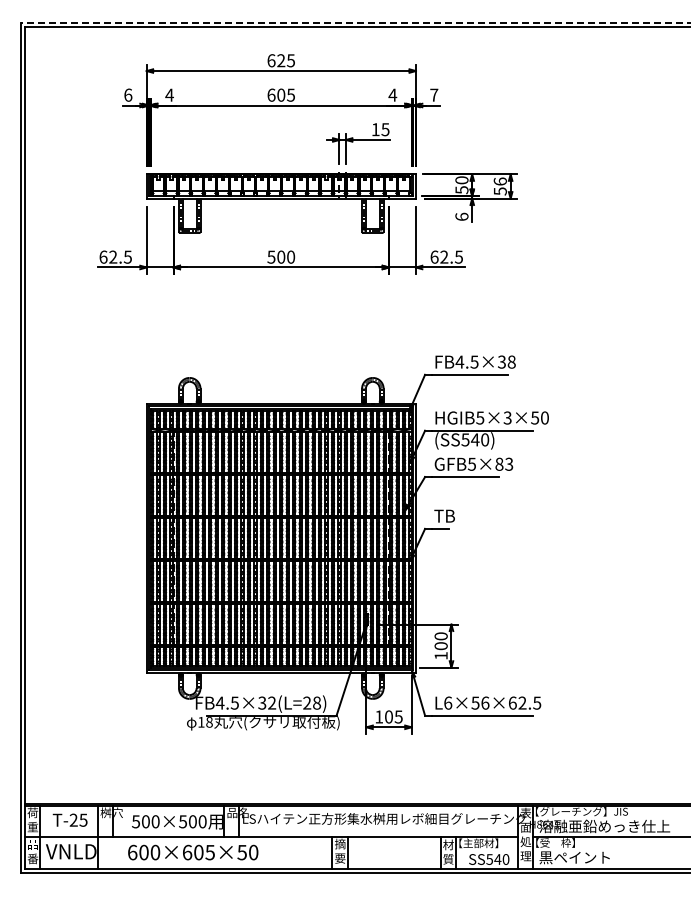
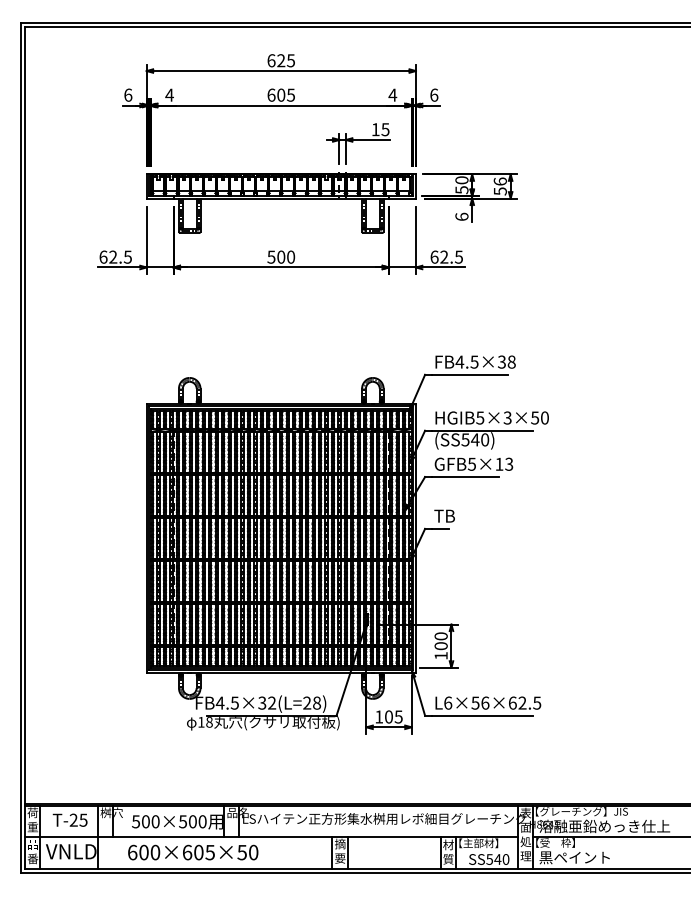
line at (355, 22): dashed -> solid
text at (434, 94): 7 -> 6
text at (499, 463): GFB5×83 -> GFB5×13
